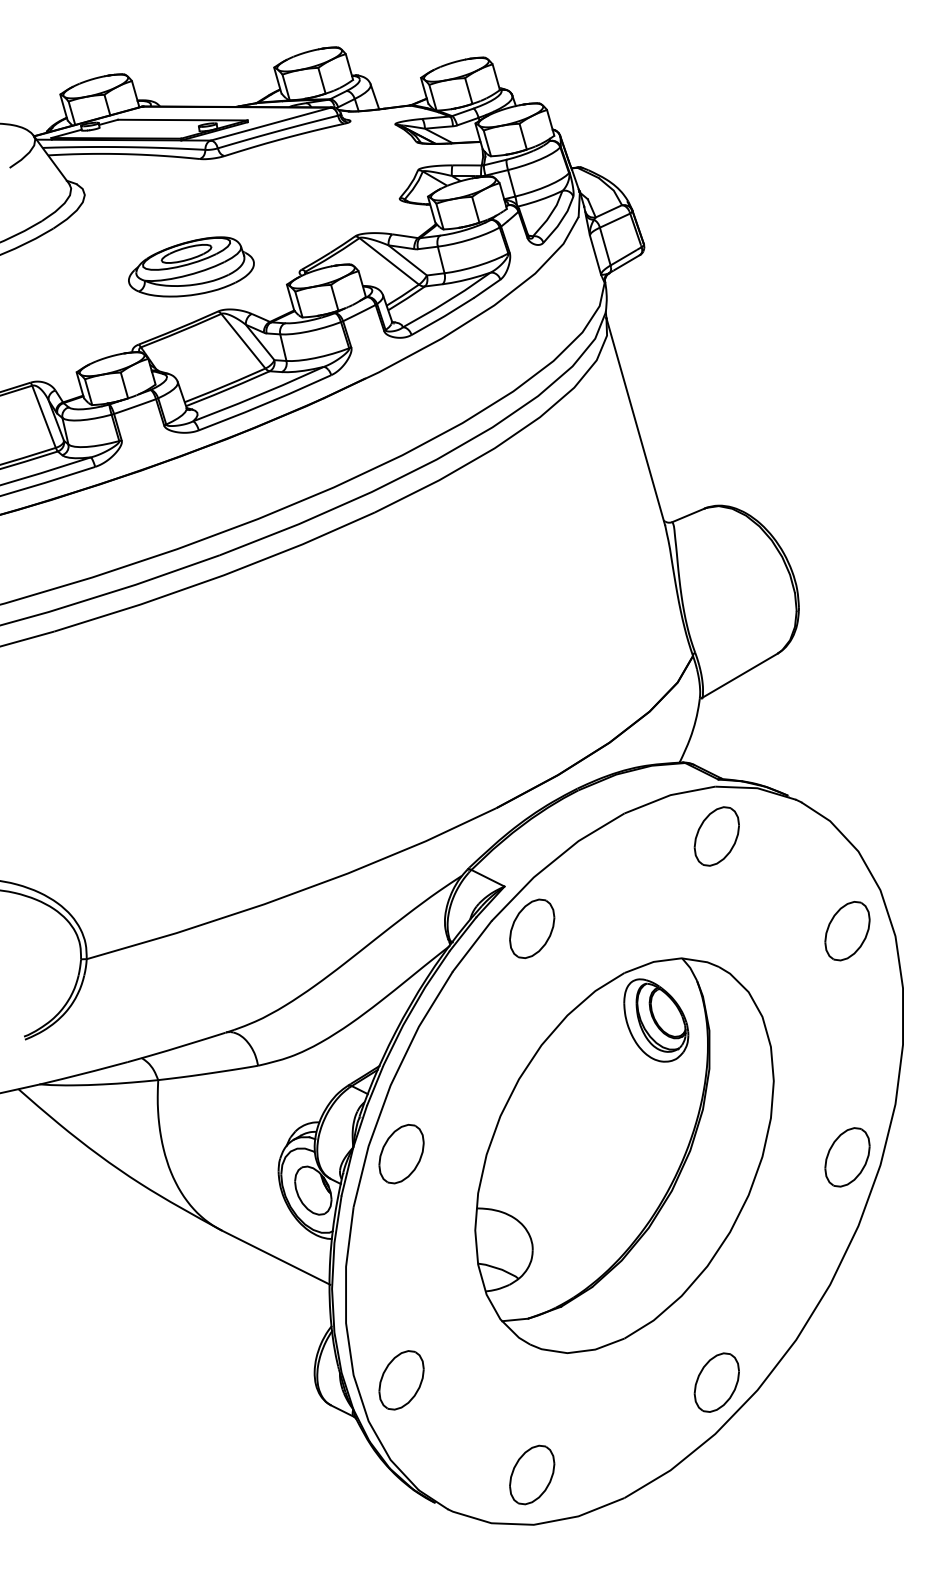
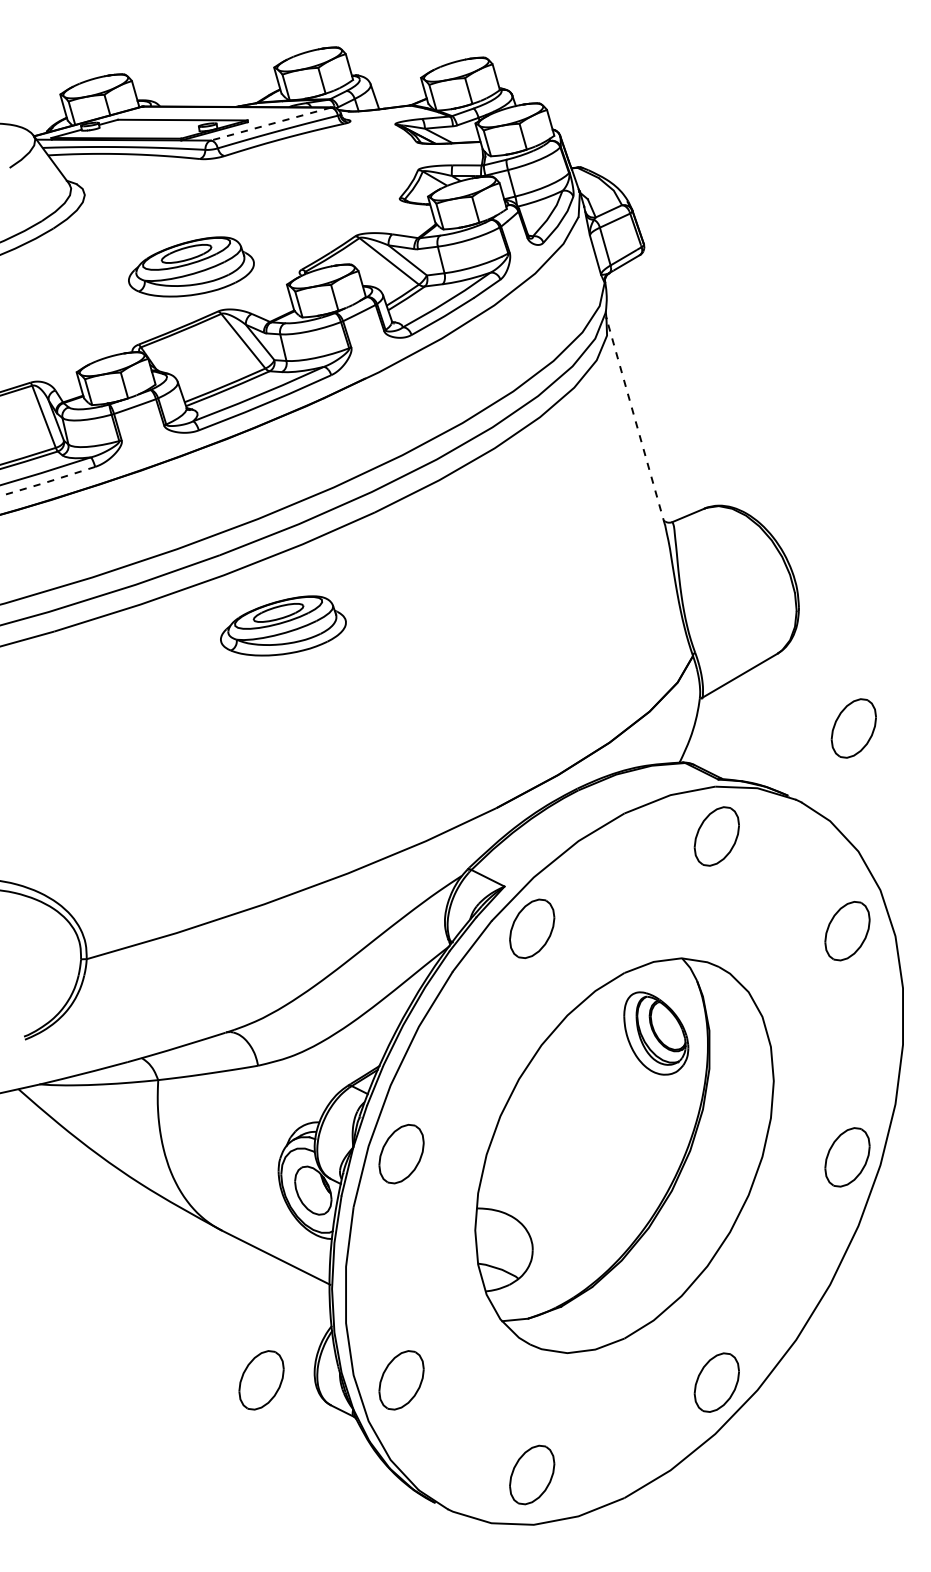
line at (270, 124): solid -> dashed
line at (635, 421): solid -> dashed
line at (46, 482): solid -> dashed
part at (283, 625): none -> present
part at (853, 728): none -> present
part at (656, 1020) position: (656, 1020) -> (656, 1033)
part at (261, 1380): none -> present
